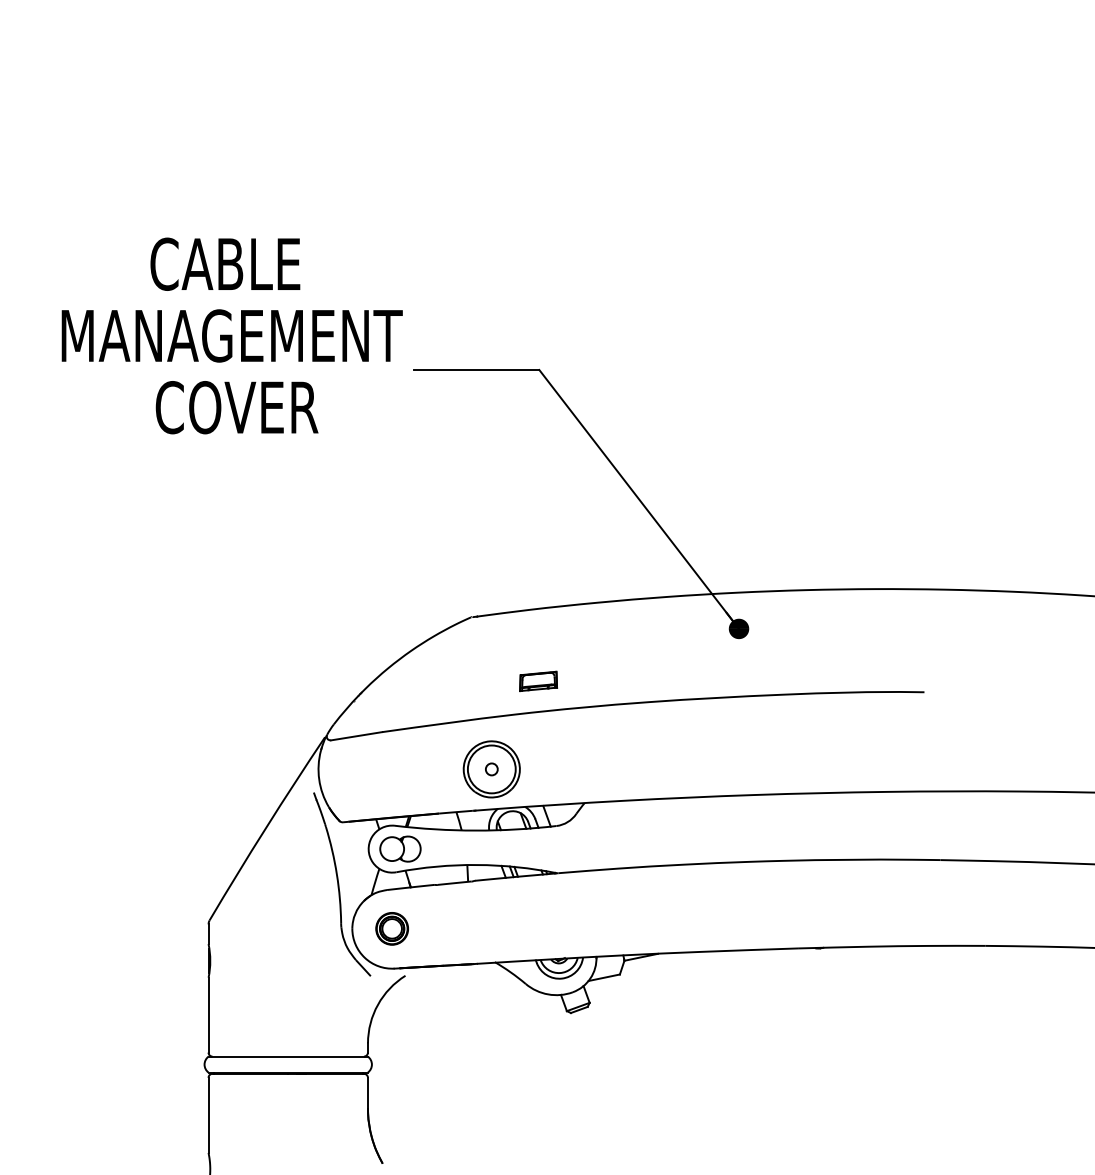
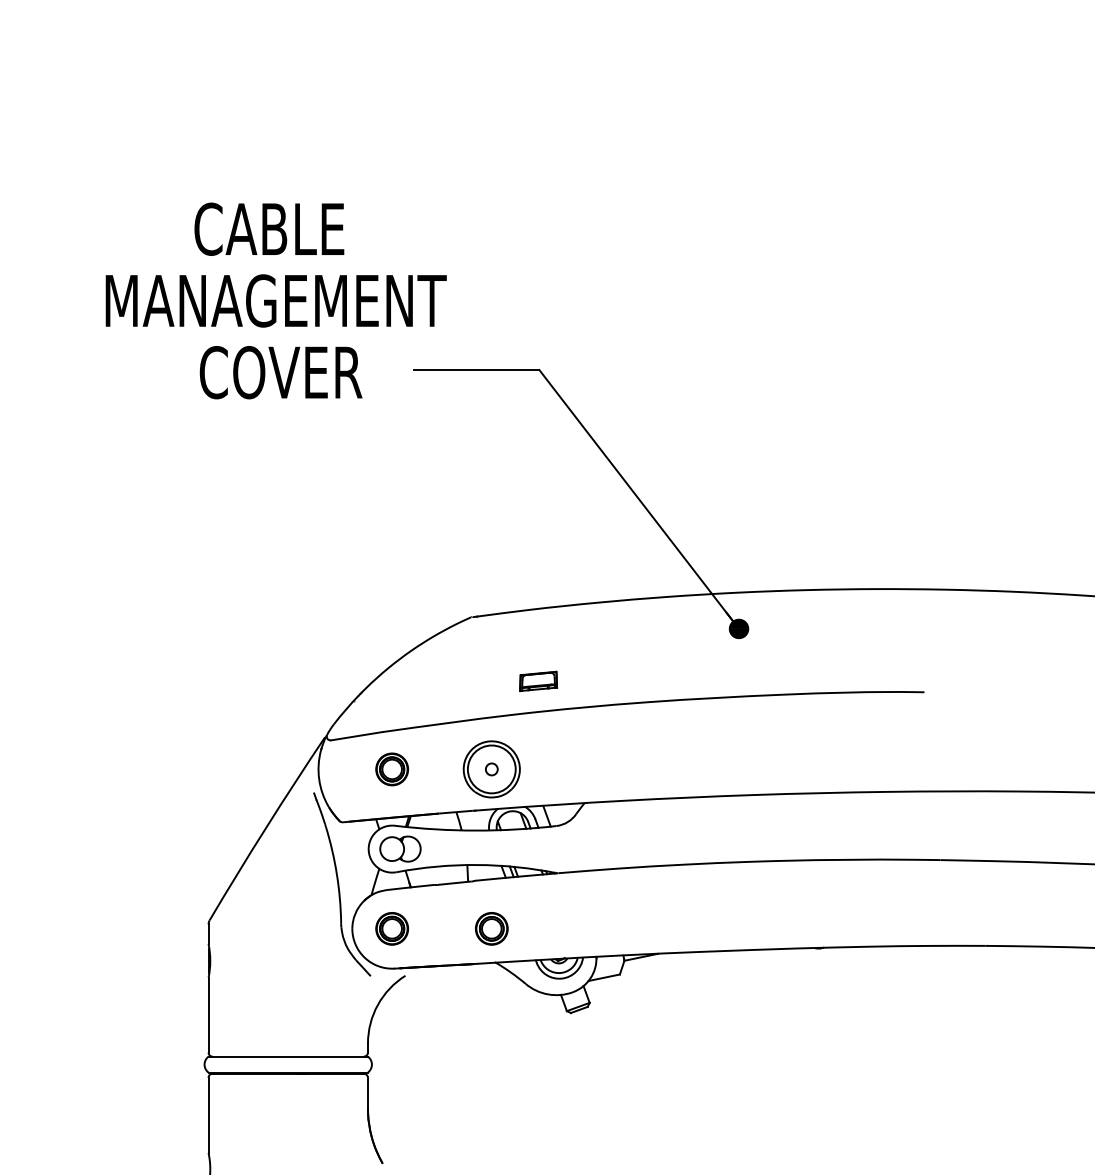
text at (231, 335) position: (231, 335) -> (275, 300)
part at (391, 769): none -> present
part at (491, 928): none -> present
